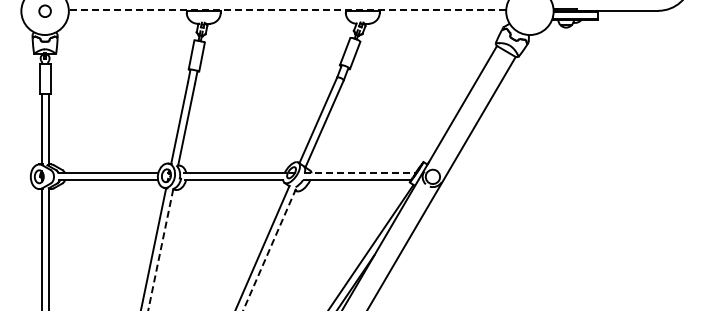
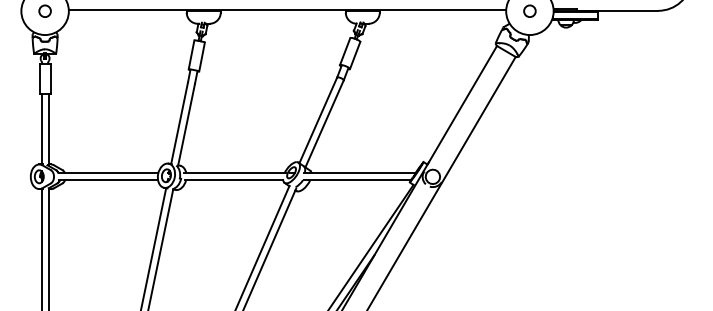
line at (287, 10): dashed -> solid
circle at (529, 10): none -> present
line at (359, 173): dashed -> solid
line at (160, 249): dashed -> solid
line at (269, 249): dashed -> solid
